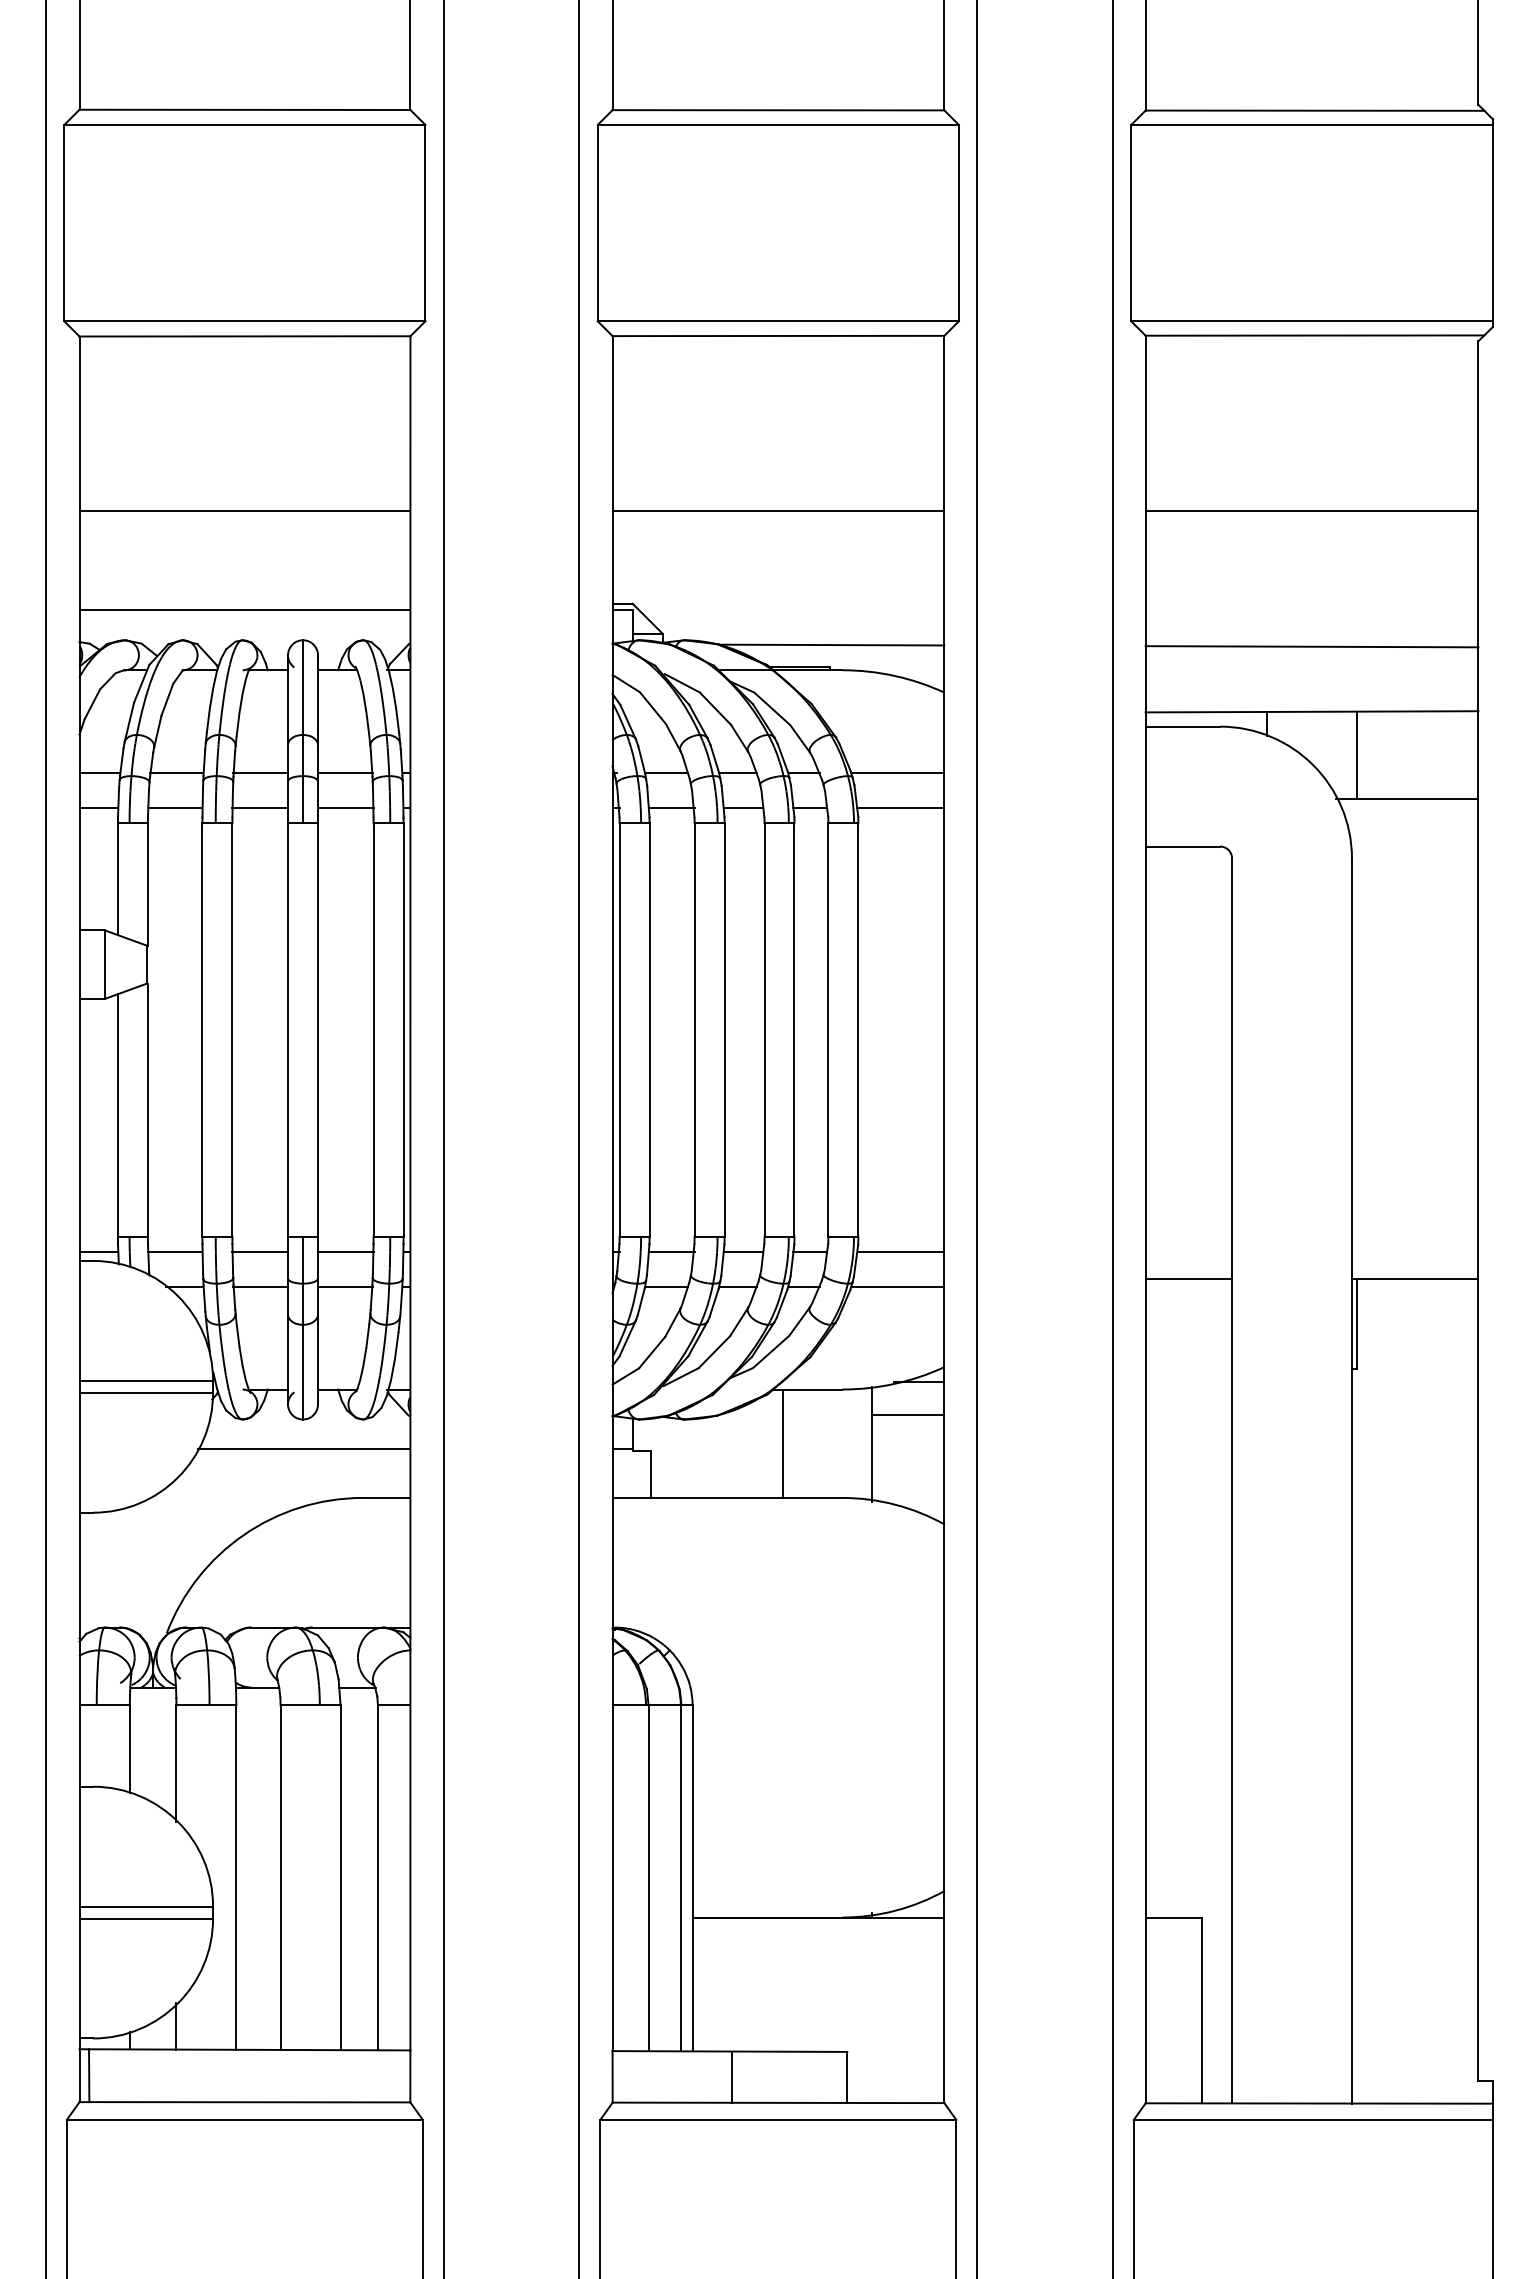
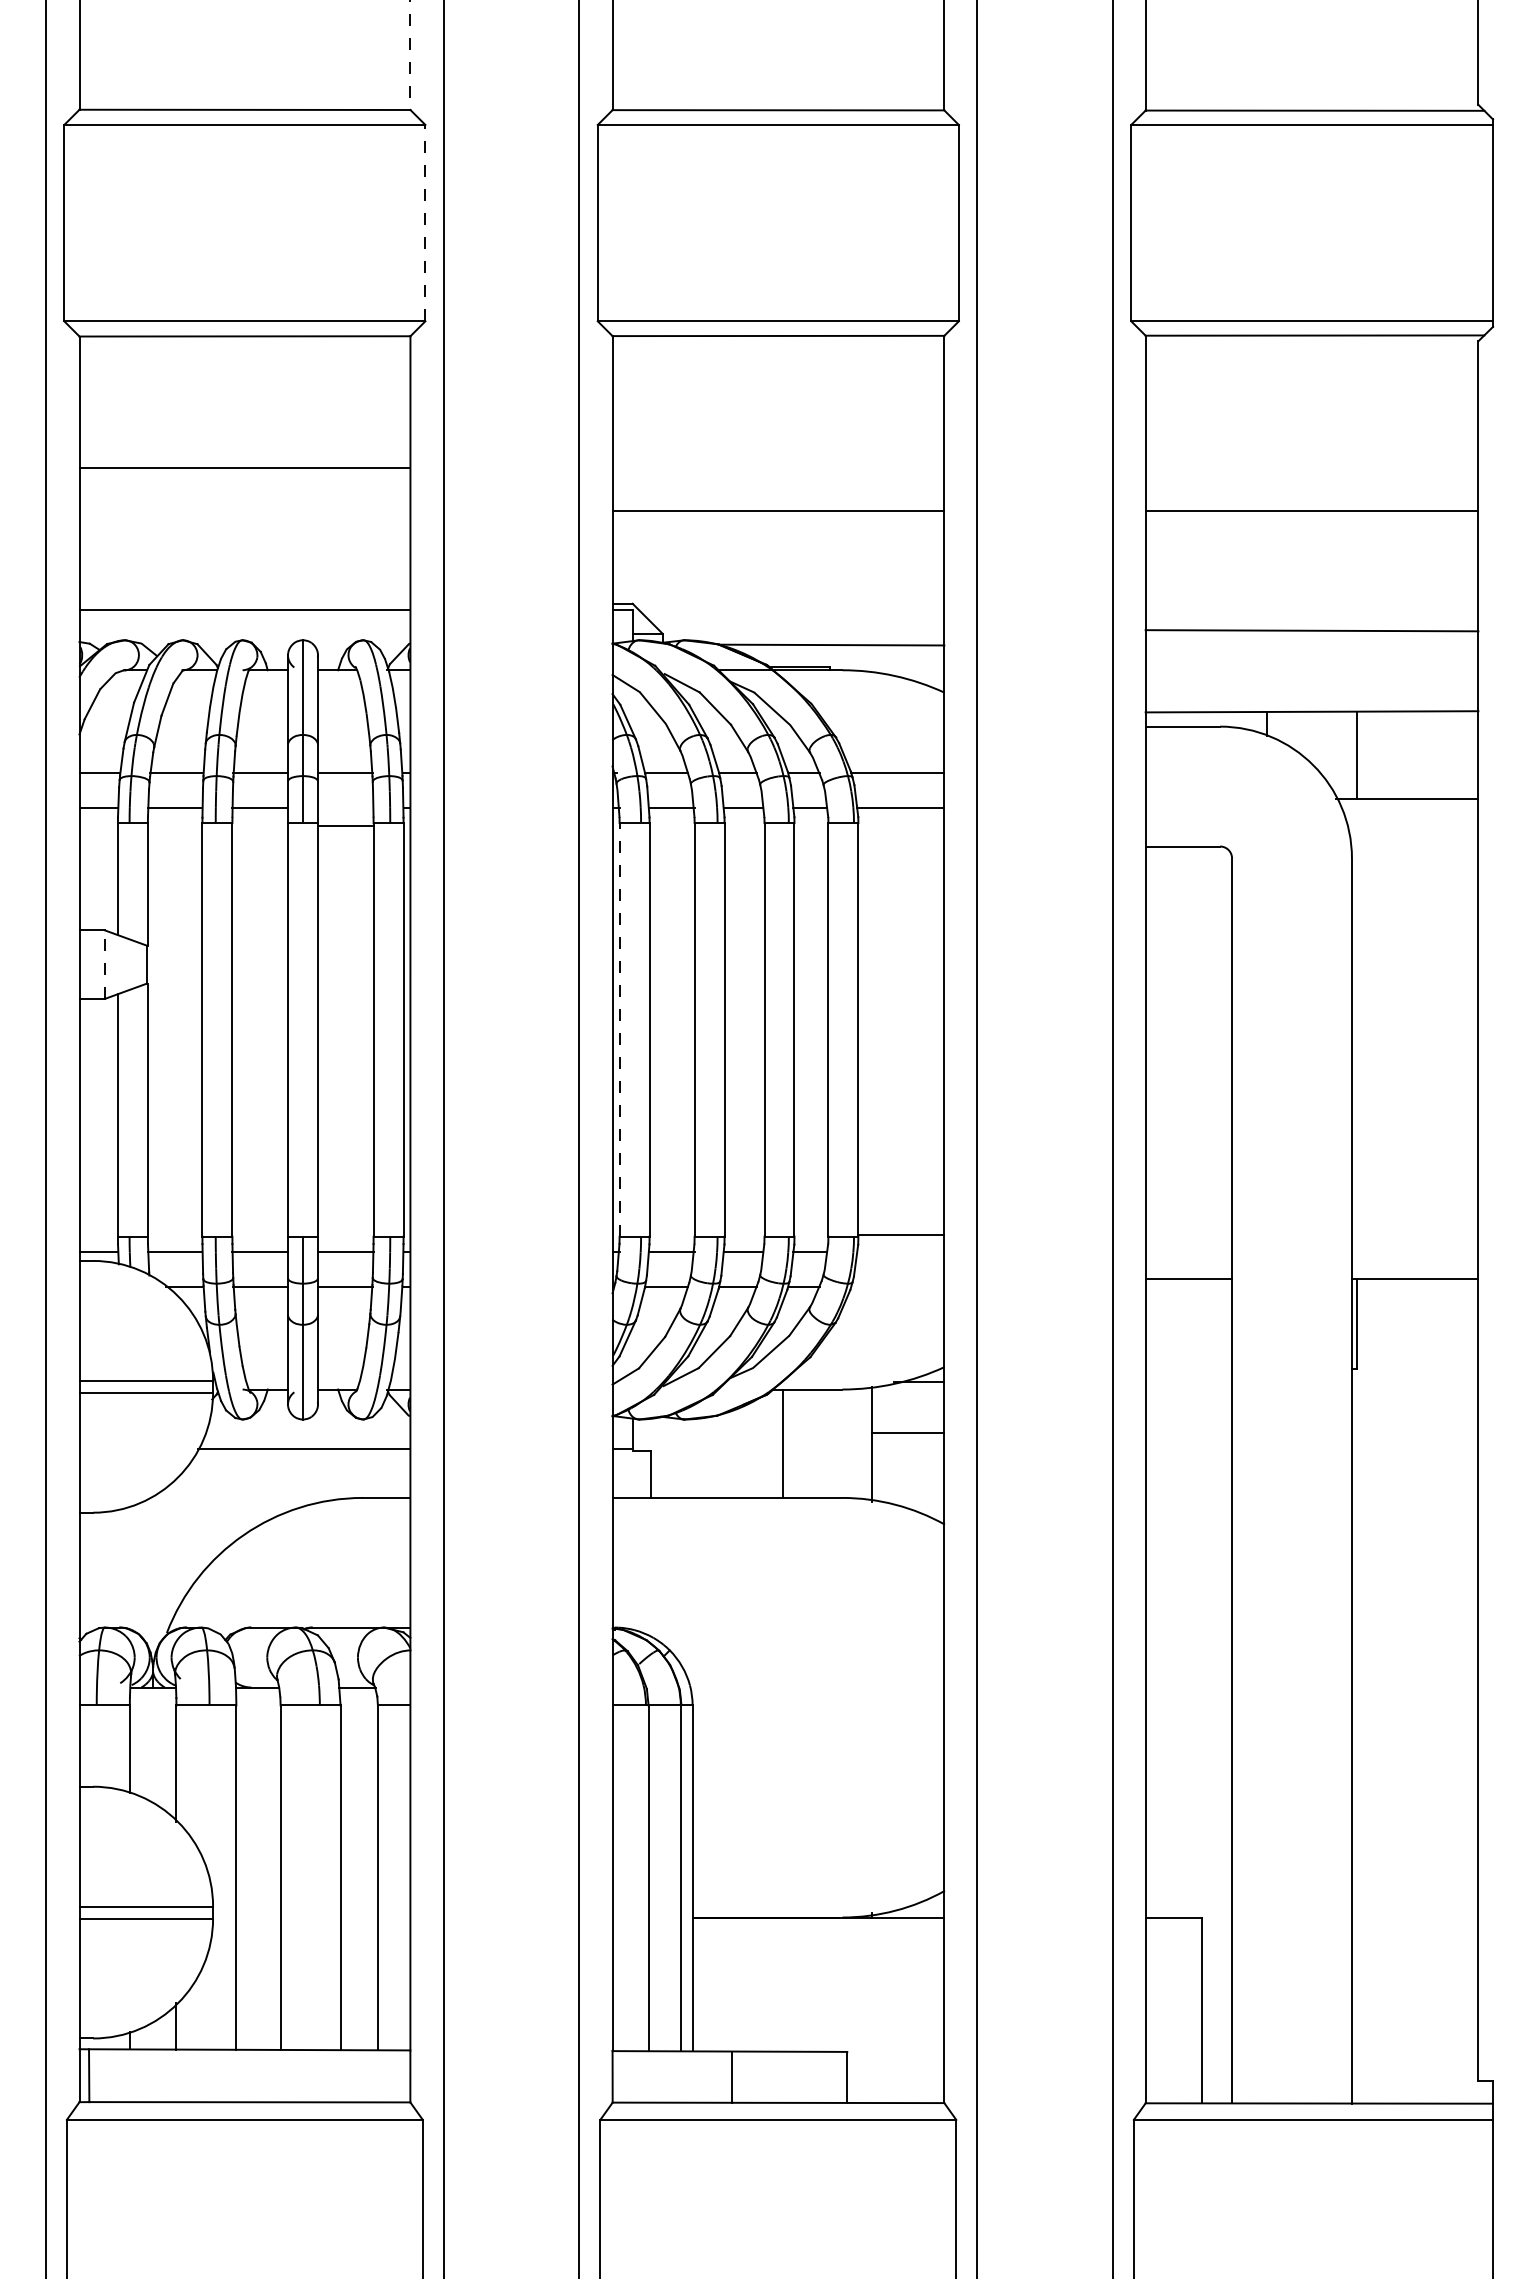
line at (410, 55): solid -> dashed
line at (425, 222): solid -> dashed
line at (244, 511) position: (244, 511) -> (244, 468)
line at (1311, 646) position: (1311, 646) -> (1311, 630)
line at (345, 807) position: (345, 807) -> (345, 825)
line at (105, 964): solid -> dashed
line at (619, 1029): solid -> dashed
line at (901, 1252) position: (901, 1252) -> (901, 1235)
line at (897, 1286): present -> none
line at (908, 1414) position: (908, 1414) -> (908, 1432)
